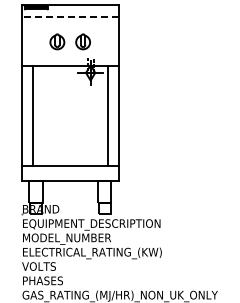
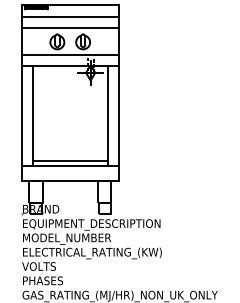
line at (69, 17): dashed -> solid
line at (69, 27): none -> present
line at (69, 54): none -> present
line at (69, 161): none -> present
